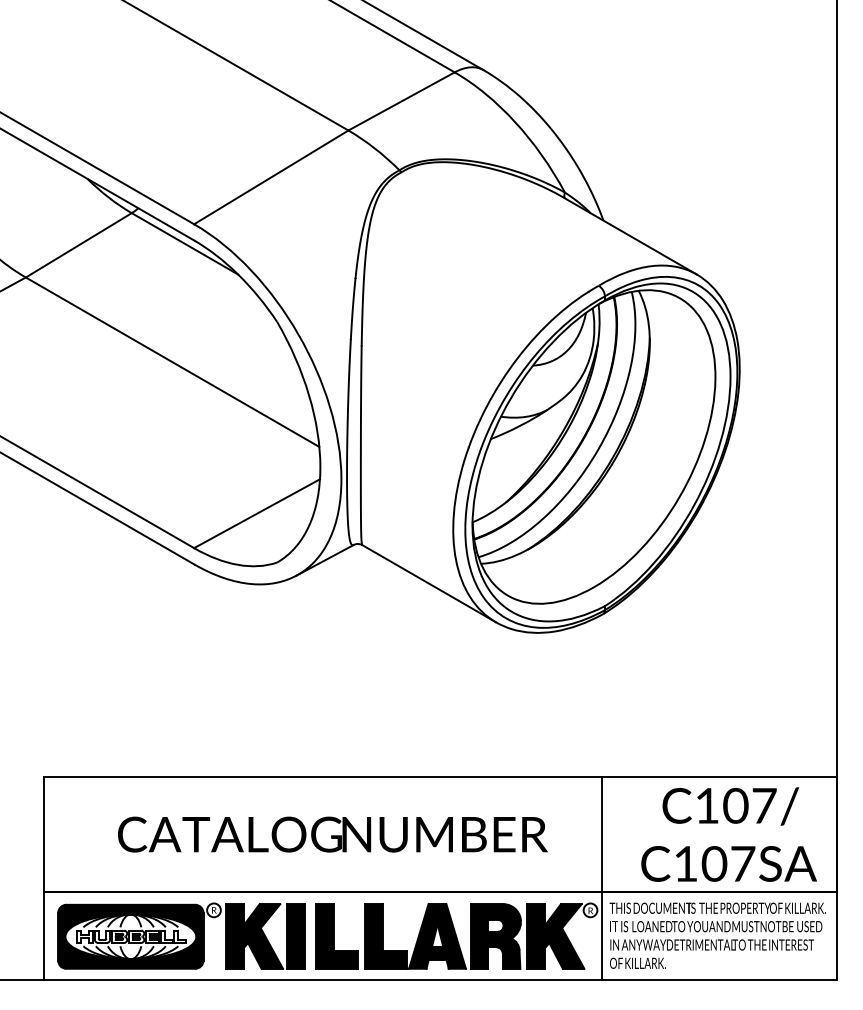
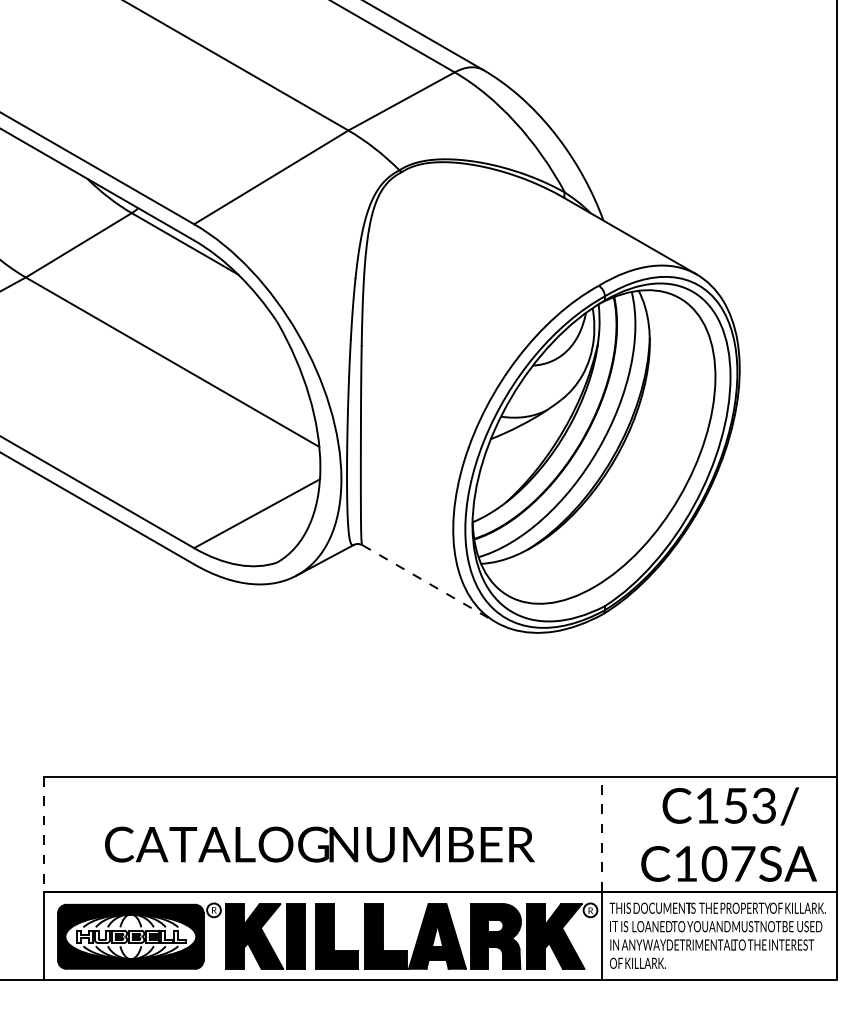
line at (429, 583): solid -> dashed
text at (749, 805): C107/ -> C153/
line at (601, 833): solid -> dashed
line at (43, 834): solid -> dashed
text at (332, 834) position: (332, 834) -> (319, 844)
